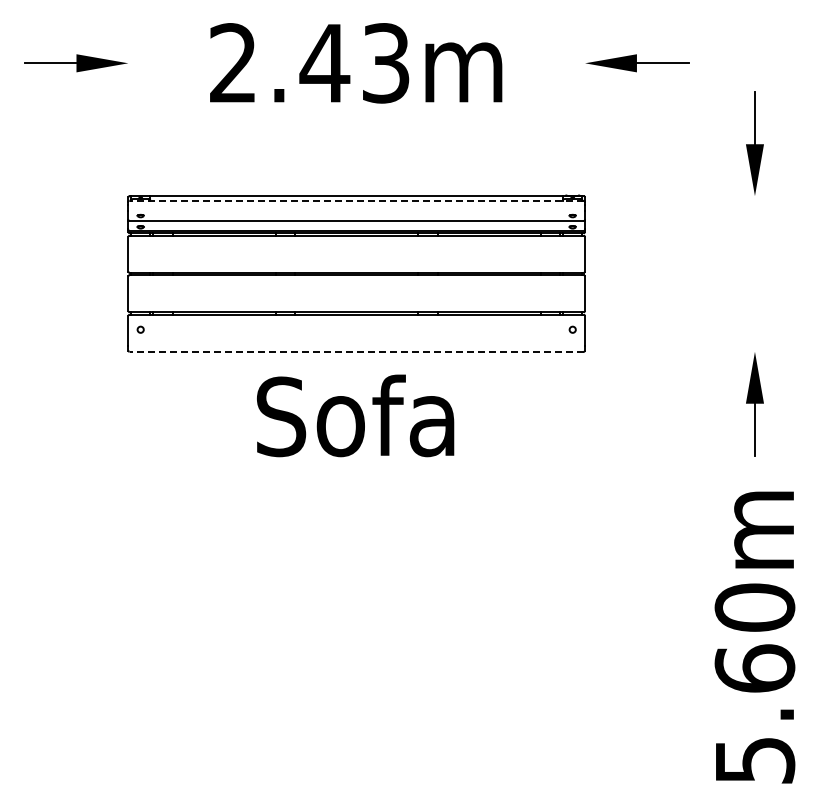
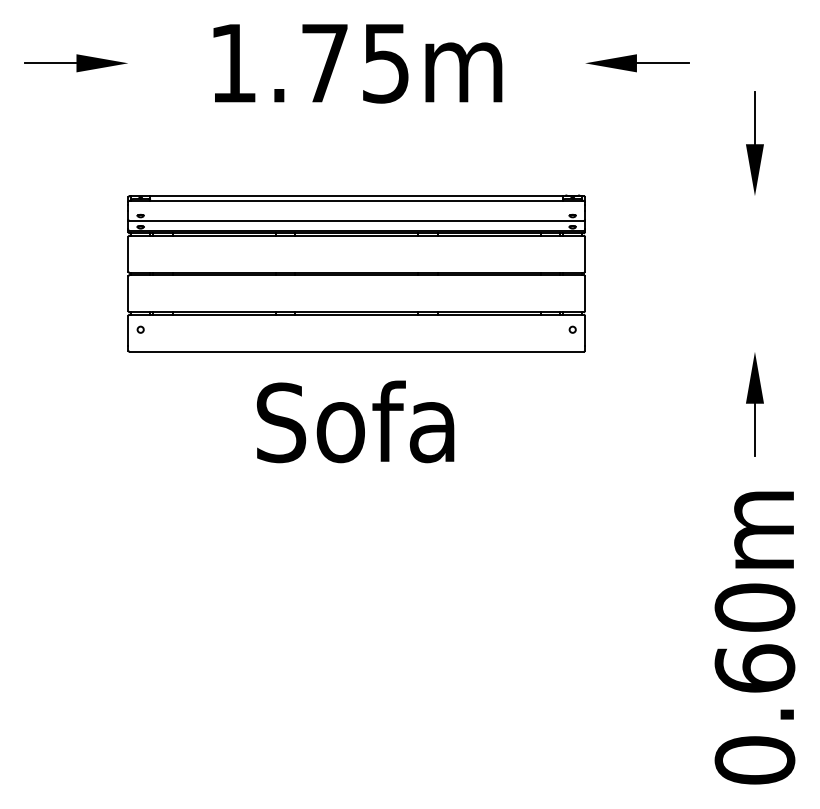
text at (309, 63): 2.43m -> 1.75m
line at (356, 200): dashed -> solid
line at (356, 351): dashed -> solid
text at (355, 415) position: (355, 415) -> (355, 421)
text at (754, 760): 5.60m -> 0.60m
